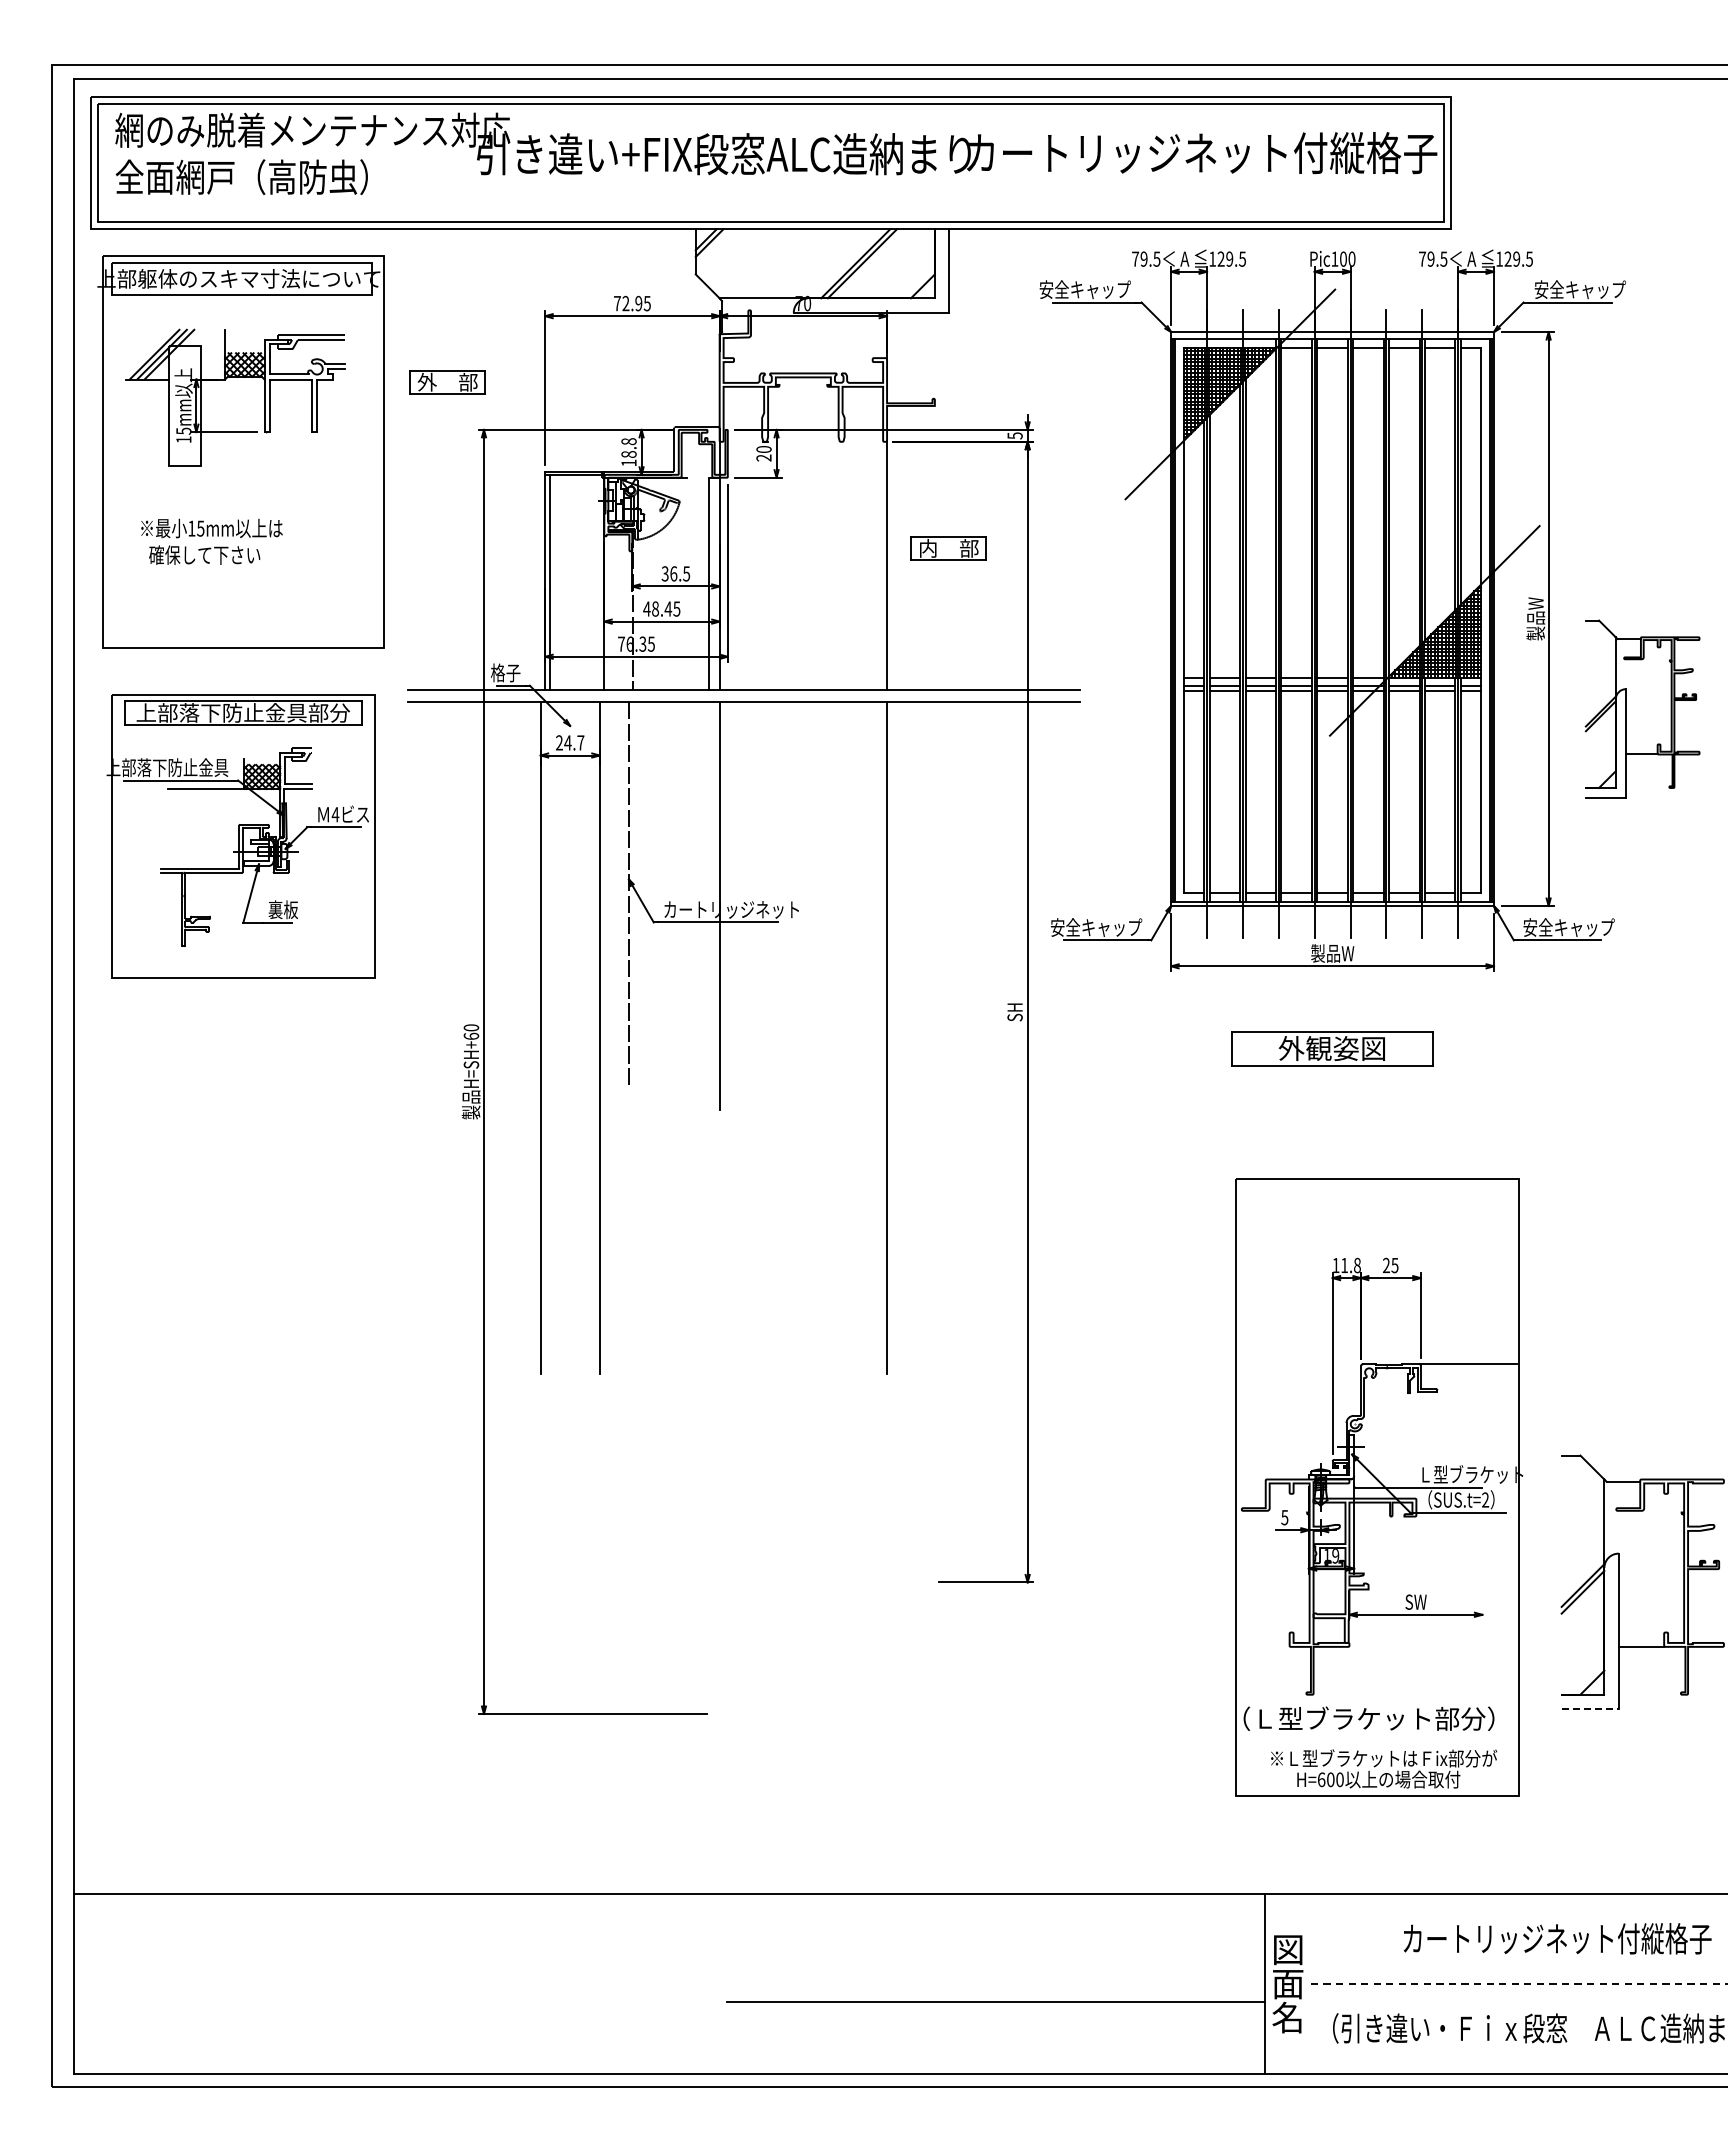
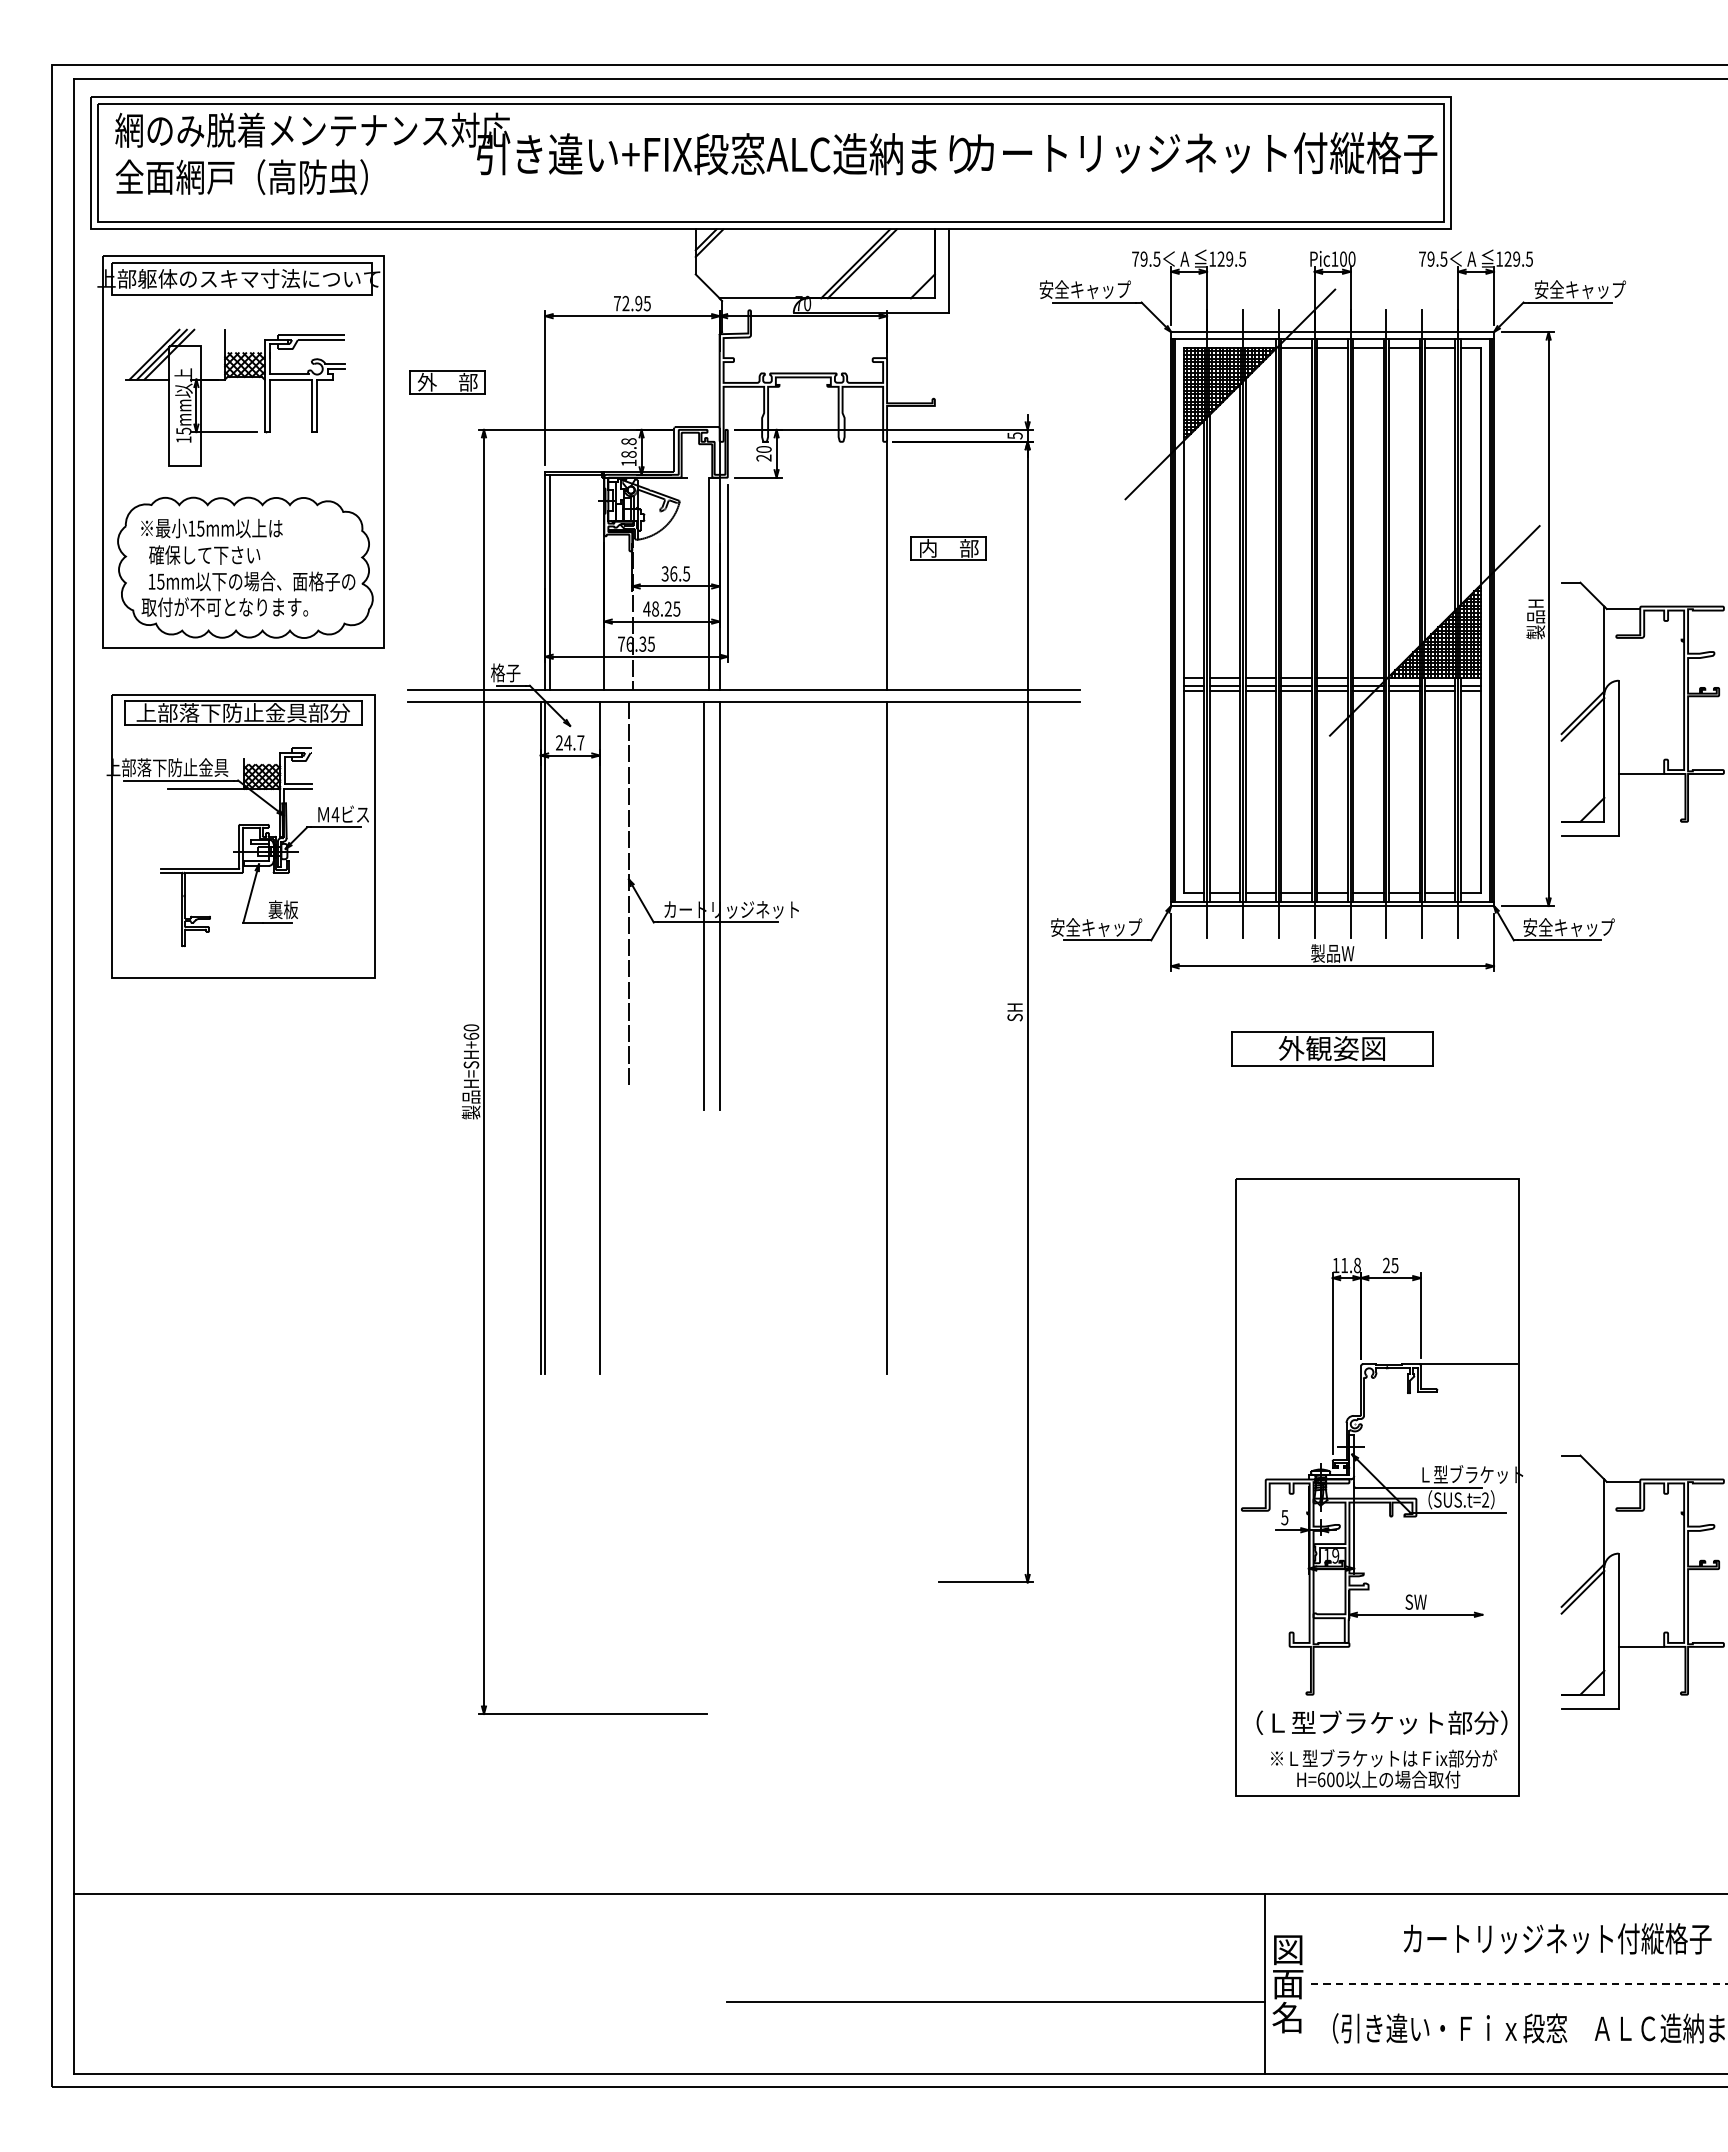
part at (245, 567): none -> present
text at (668, 608): 48.45 -> 48.25
text at (1535, 618): 製品W -> 製品H
part at (1642, 708) size: 117x180 px -> 165x256 px
line at (704, 905): none -> present
line at (545, 1037): none -> present
line at (1590, 1709): dashed -> solid
text at (1368, 1718) position: (1368, 1718) -> (1381, 1722)
